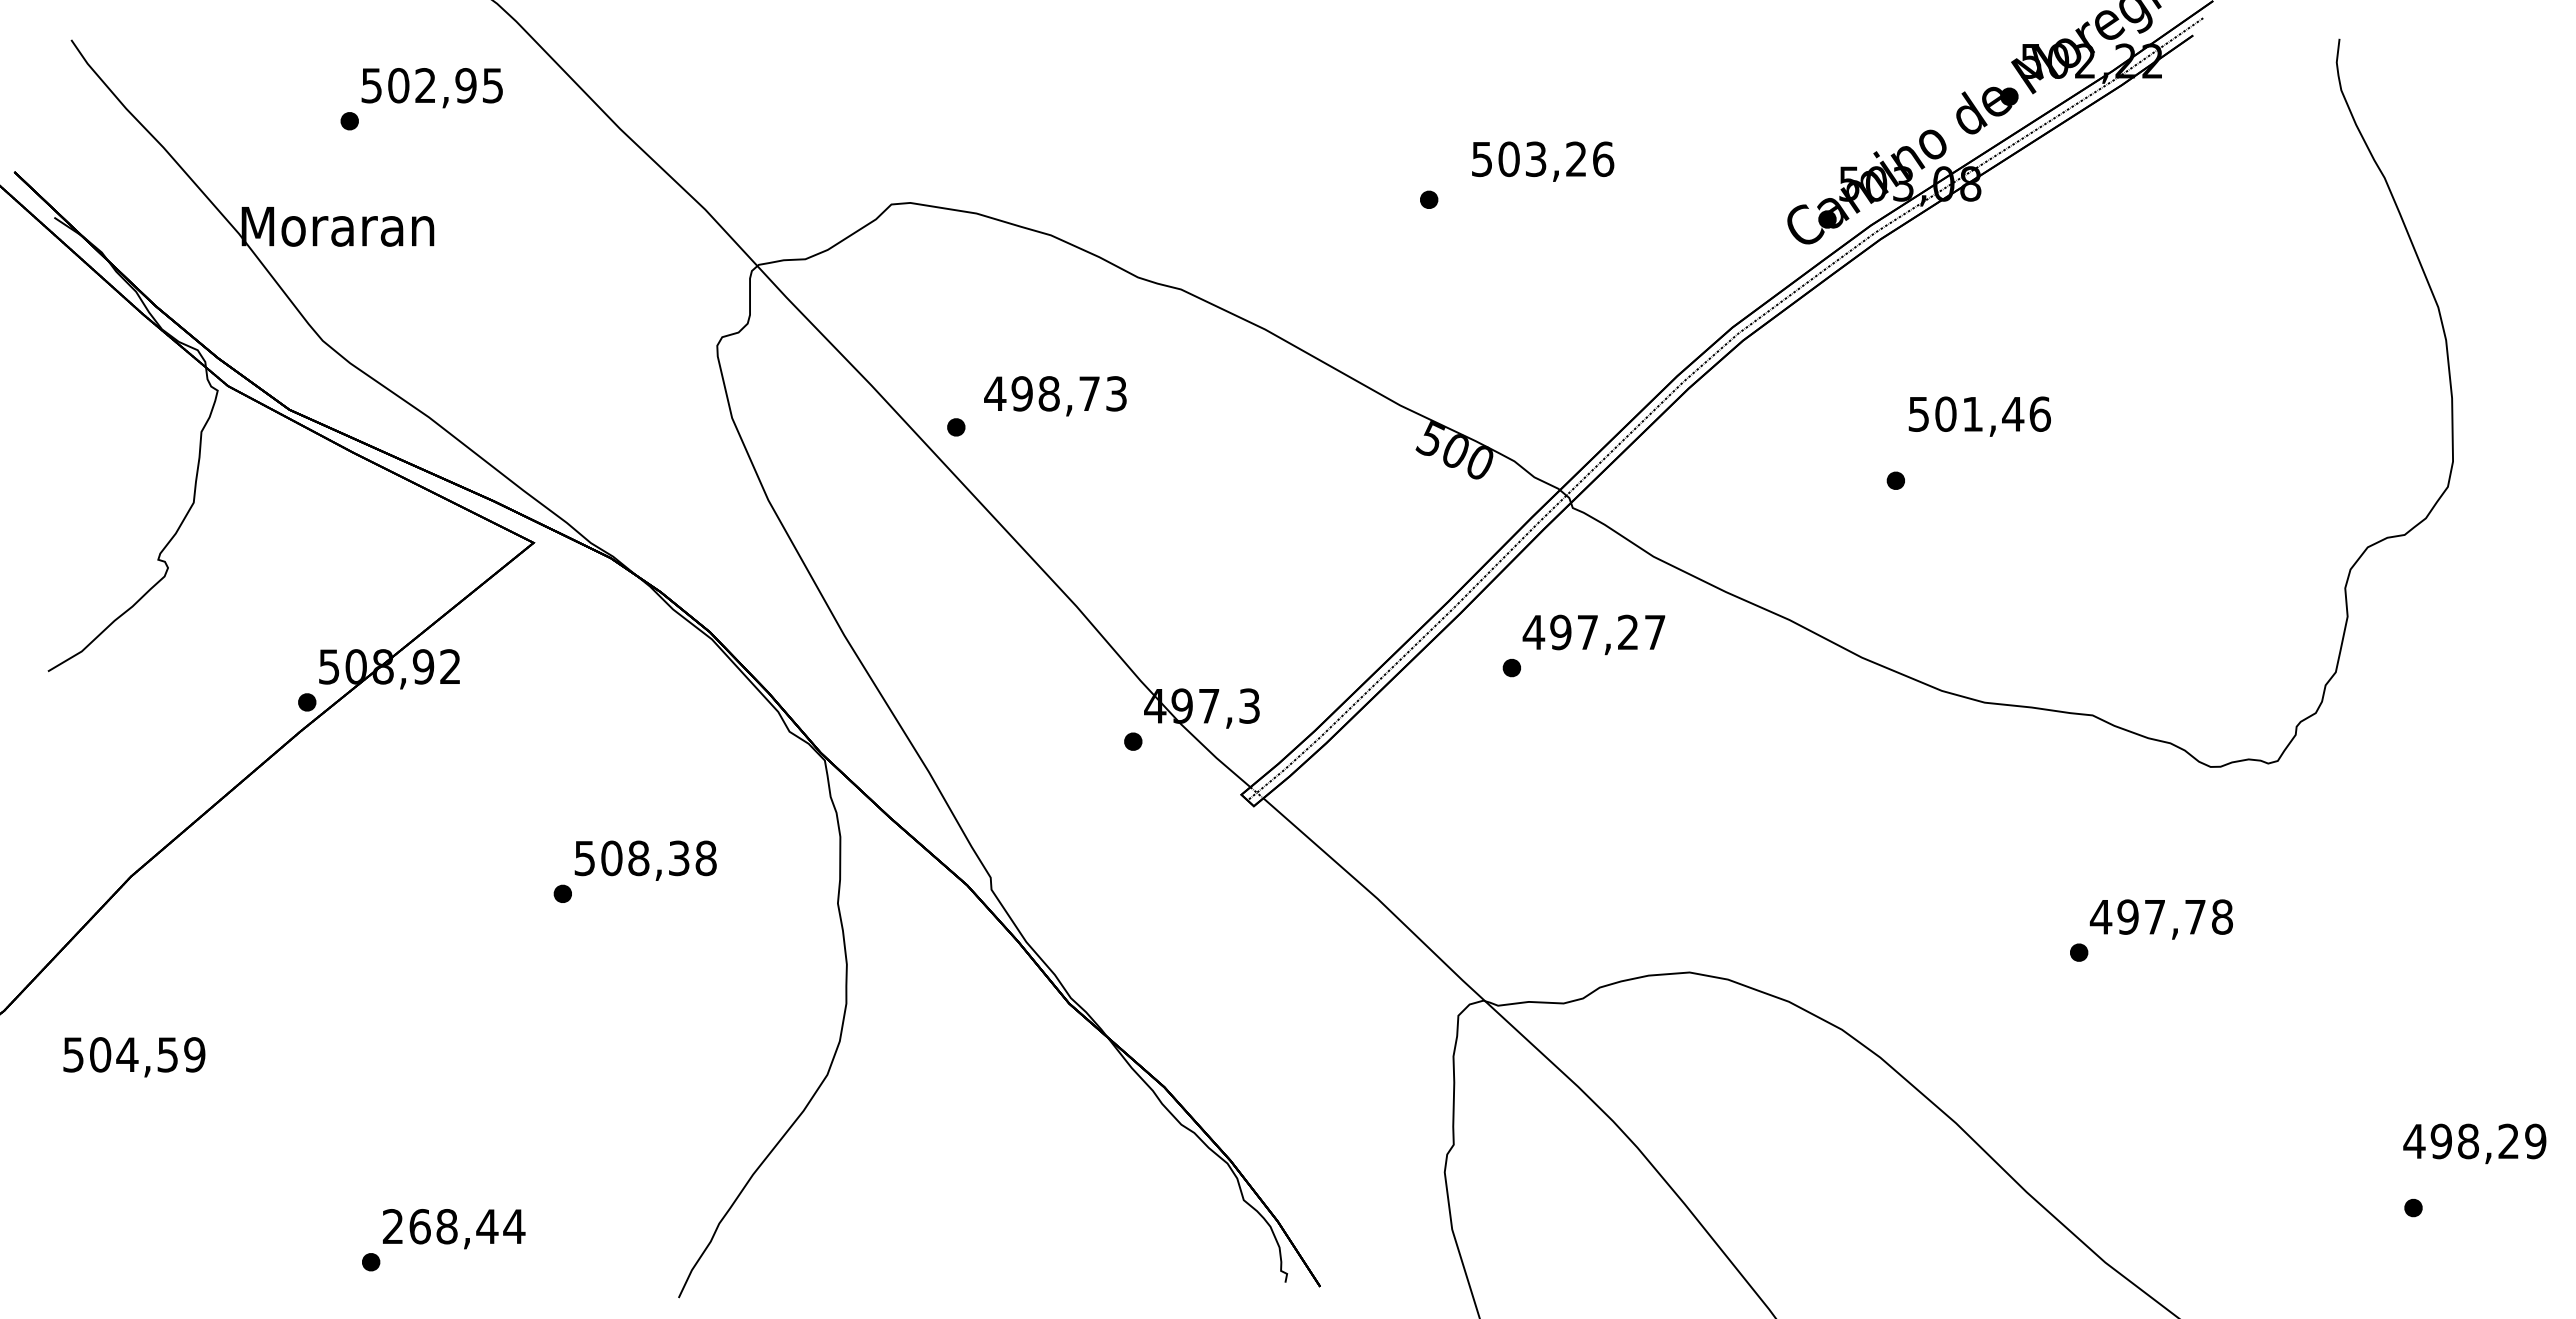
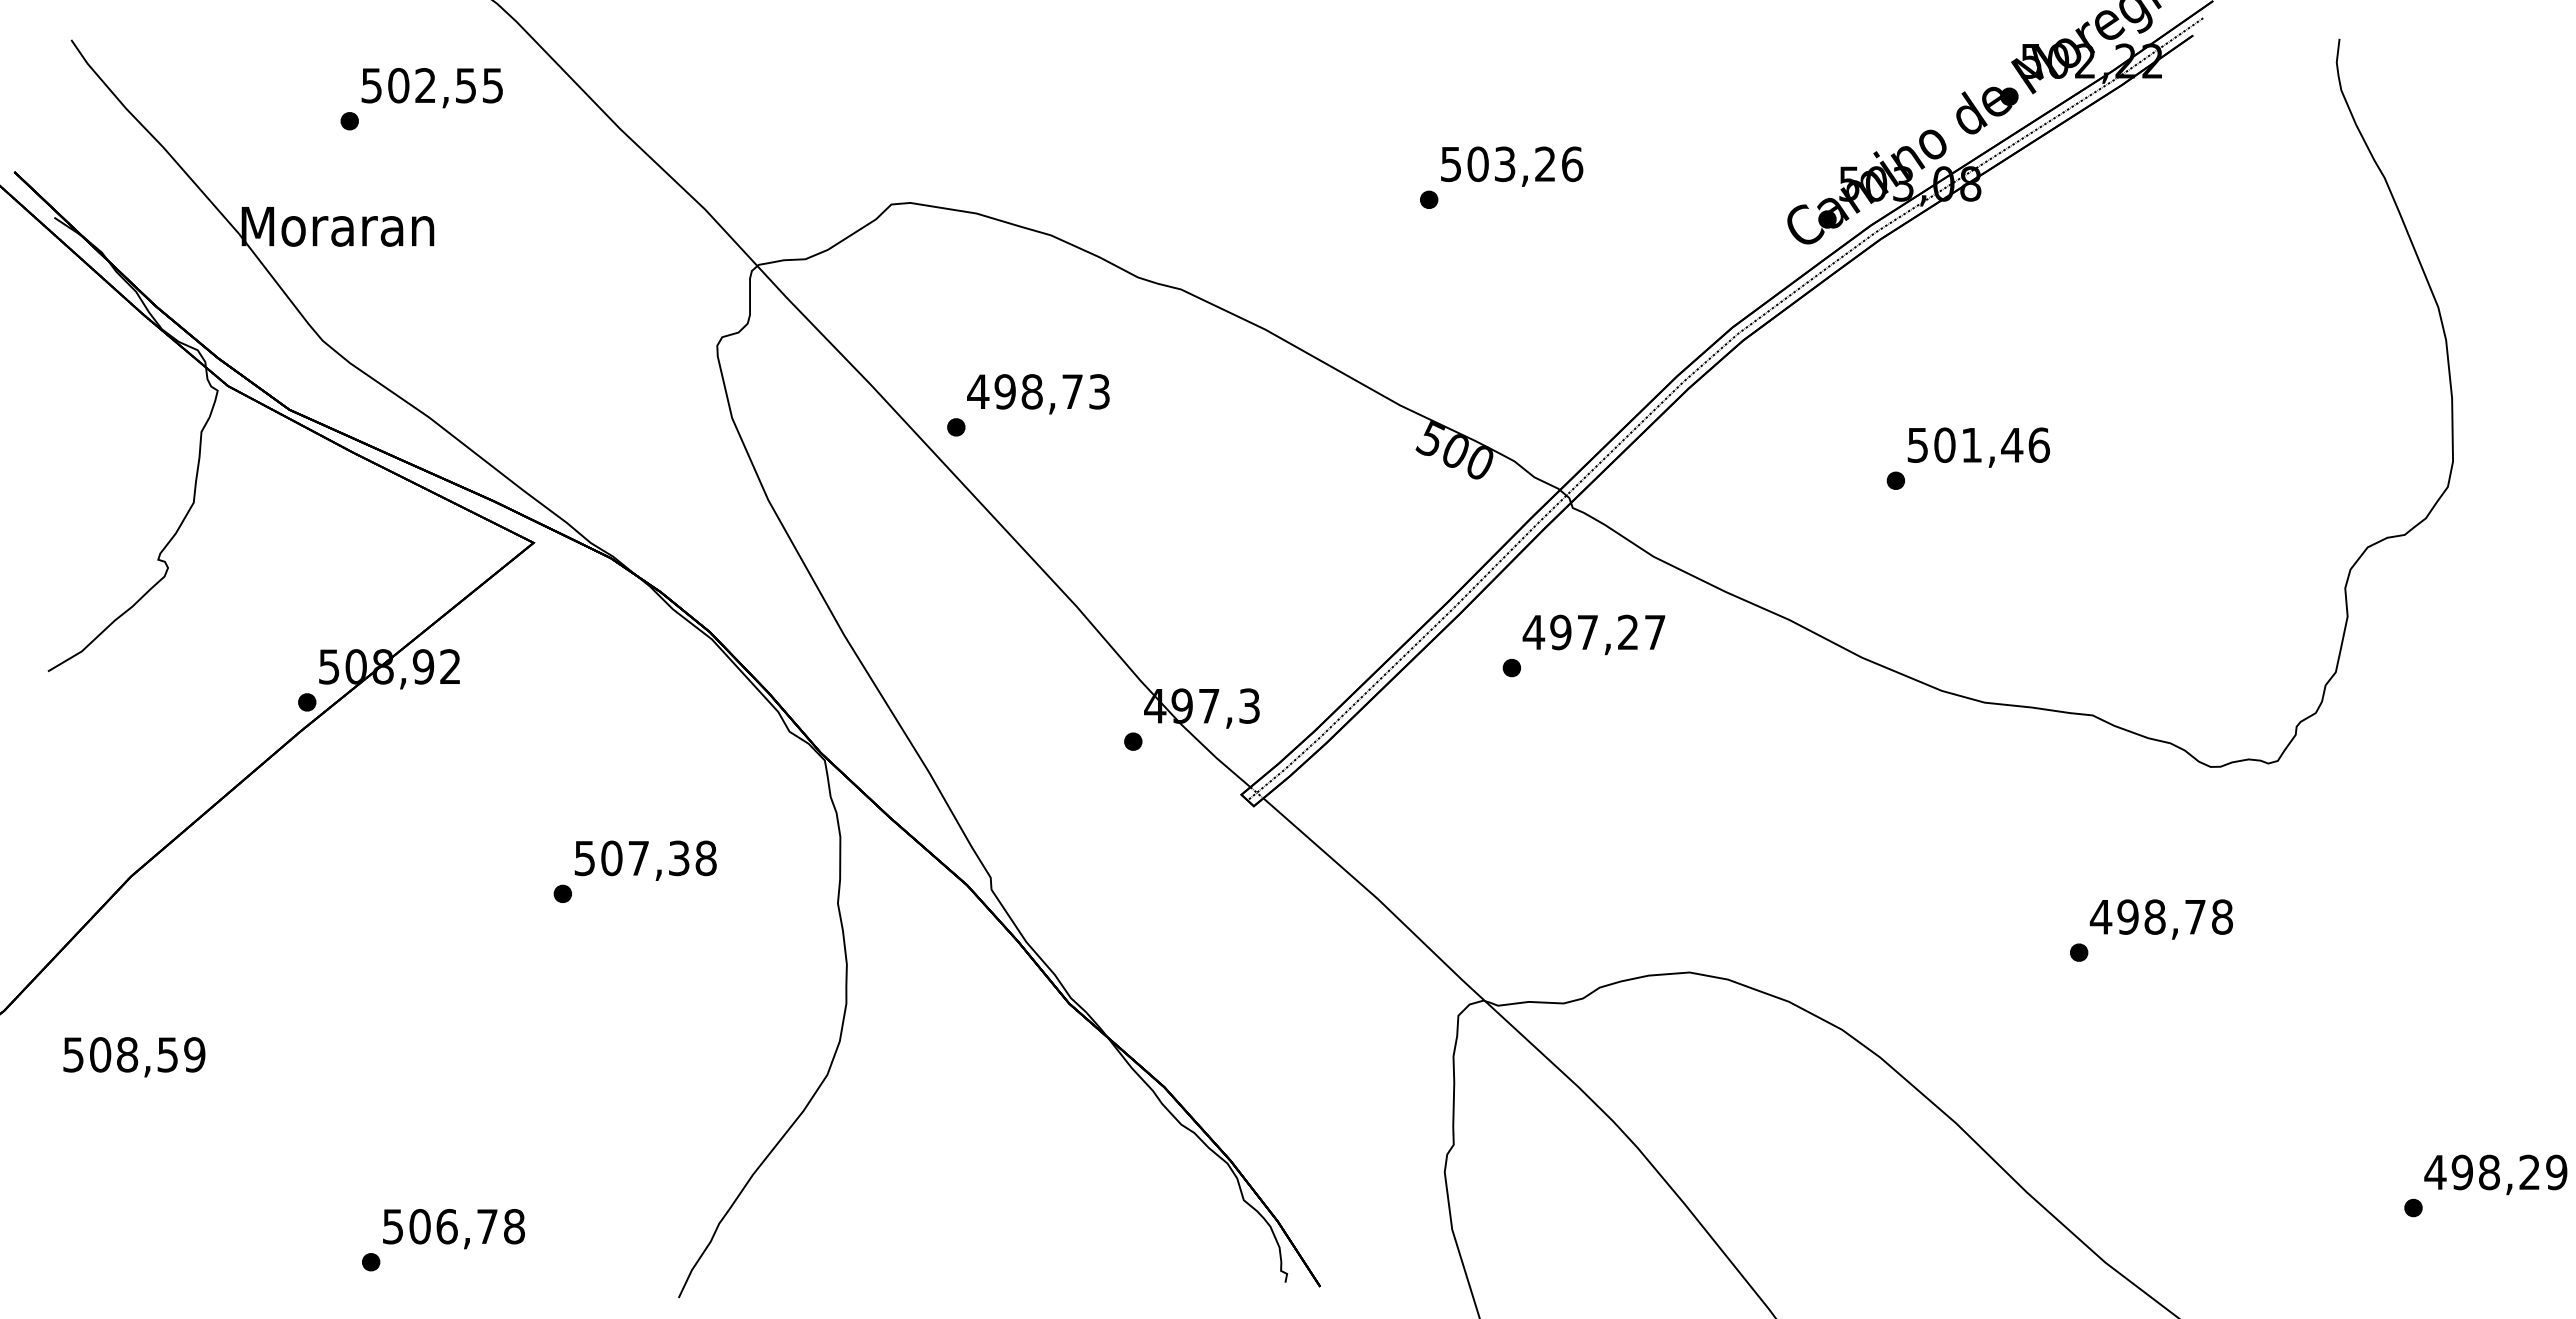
text at (465, 85): 502,95 -> 502,55
text at (1543, 161) position: (1543, 161) -> (1512, 166)
text at (1055, 396) position: (1055, 396) -> (1038, 394)
text at (1979, 416) position: (1979, 416) -> (1978, 447)
text at (638, 858): 508,38 -> 507,38
text at (2154, 916): 497,78 -> 498,78
text at (127, 1054): 504,59 -> 508,59
text at (2474, 1143) position: (2474, 1143) -> (2495, 1174)
text at (453, 1226): 268,44 -> 506,78
